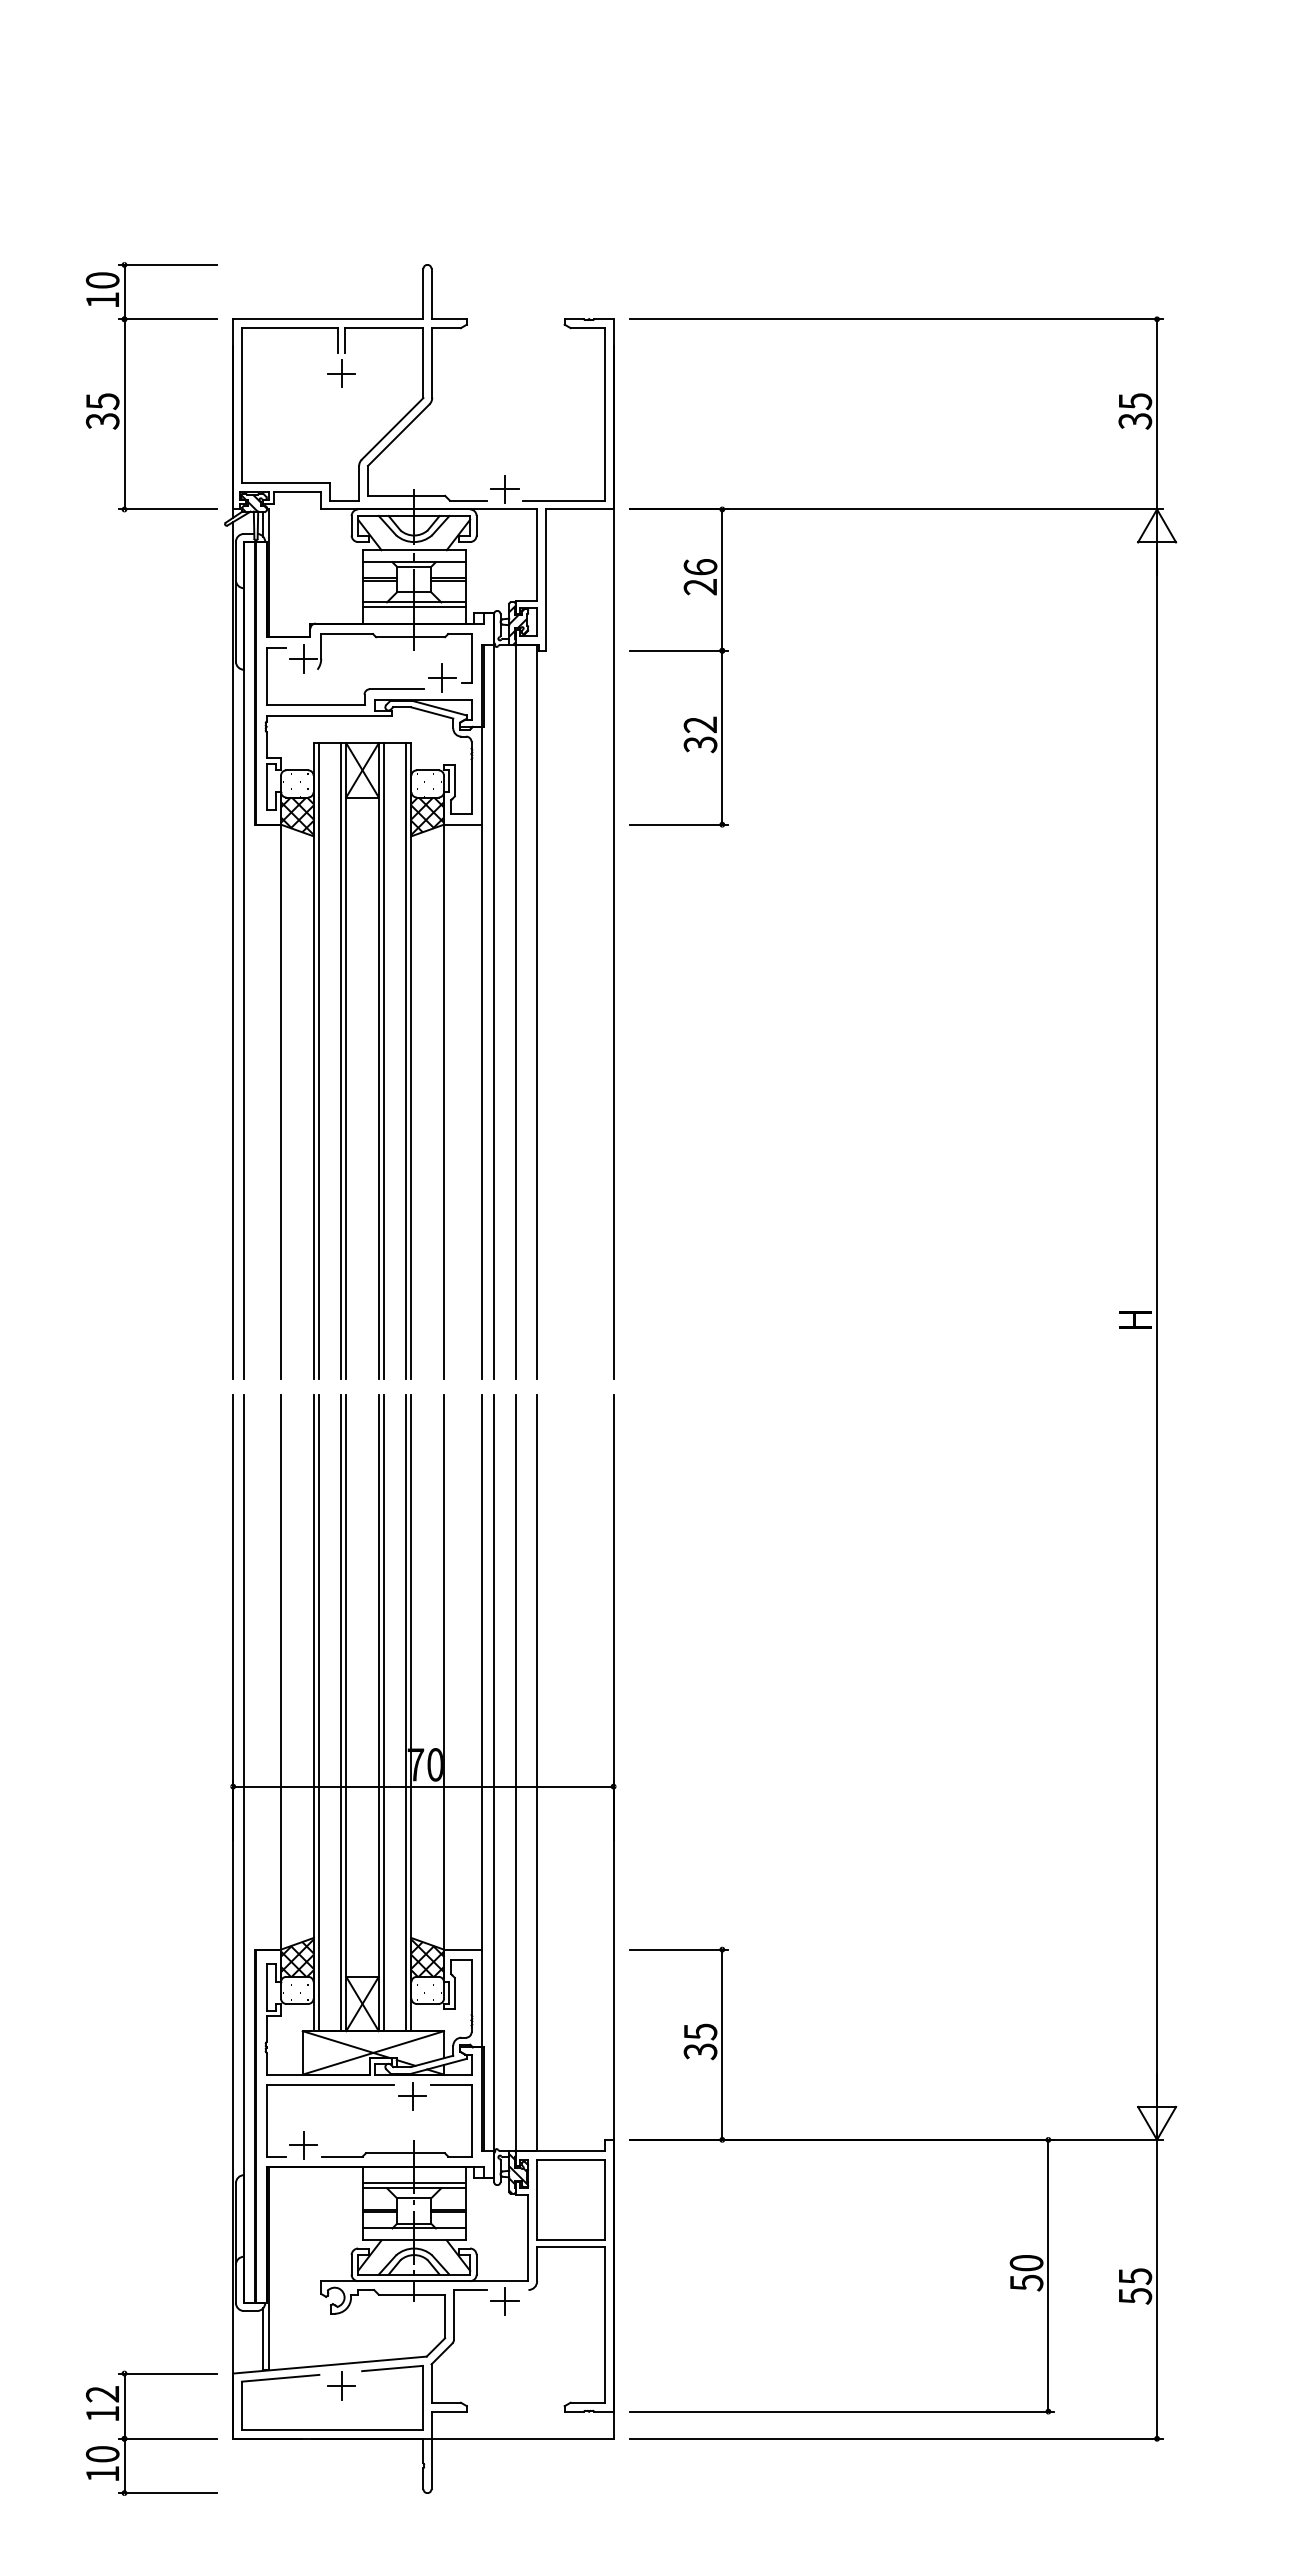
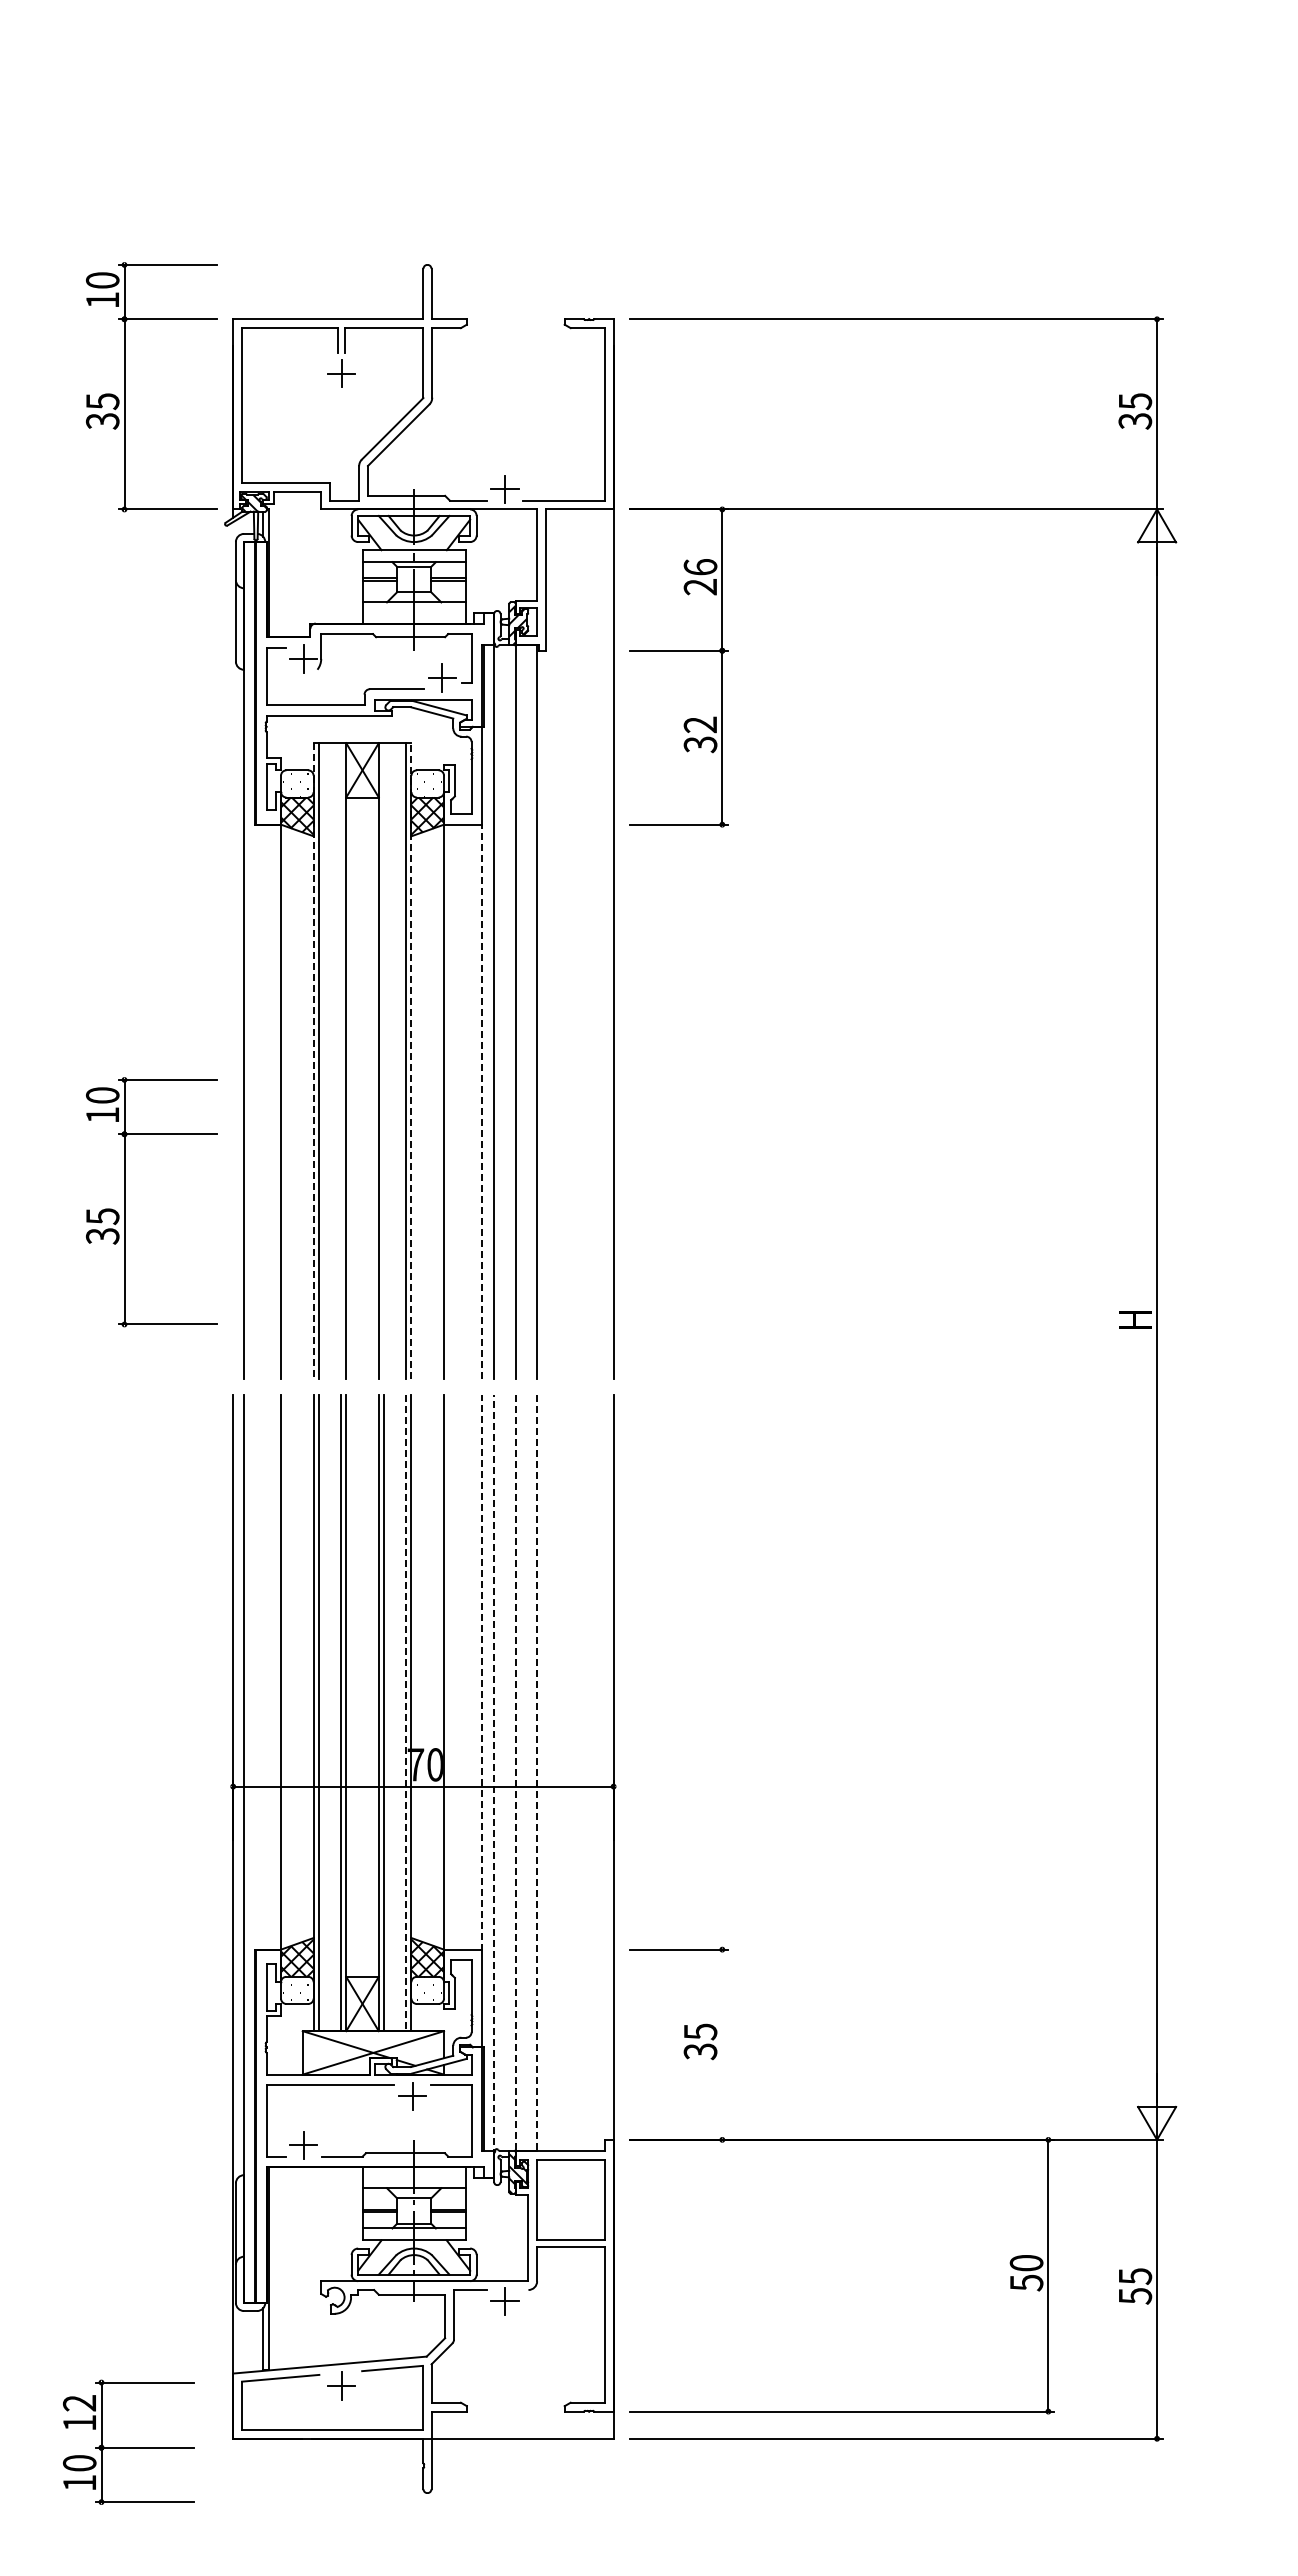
line at (413, 607): present -> none
line at (233, 950): present -> none
line at (313, 1061): solid -> dashed
line at (340, 1061): present -> none
line at (384, 1061): present -> none
line at (411, 1061): solid -> dashed
line at (482, 1101): solid -> dashed
part at (125, 1202): none -> present
line at (482, 1673): solid -> dashed
line at (406, 1713): solid -> dashed
line at (515, 1773): solid -> dashed
line at (536, 1773): solid -> dashed
line at (494, 1786): solid -> dashed
line at (722, 2044): present -> none
line at (413, 2183): present -> none
part at (151, 2432) position: (151, 2432) -> (128, 2441)
